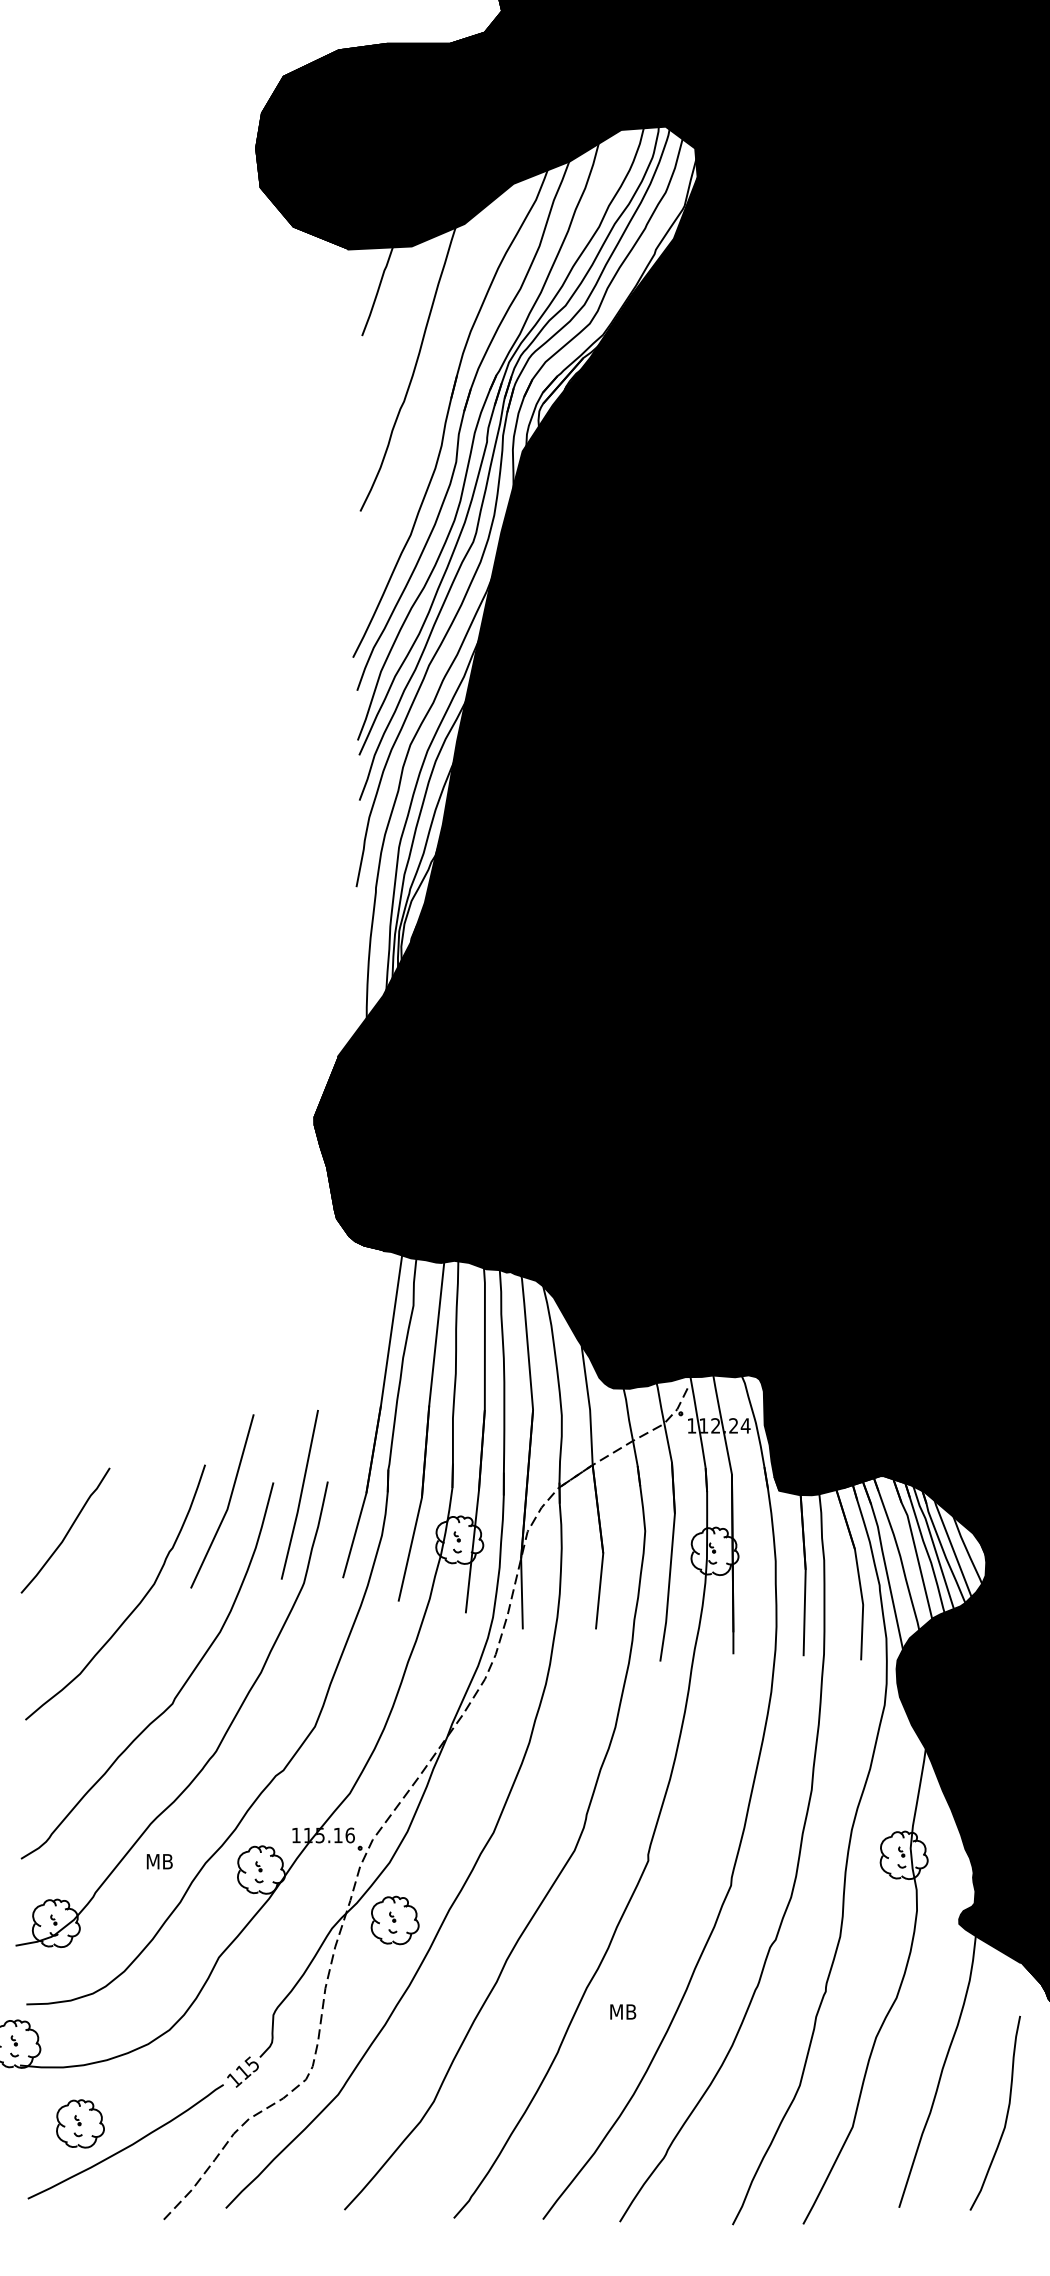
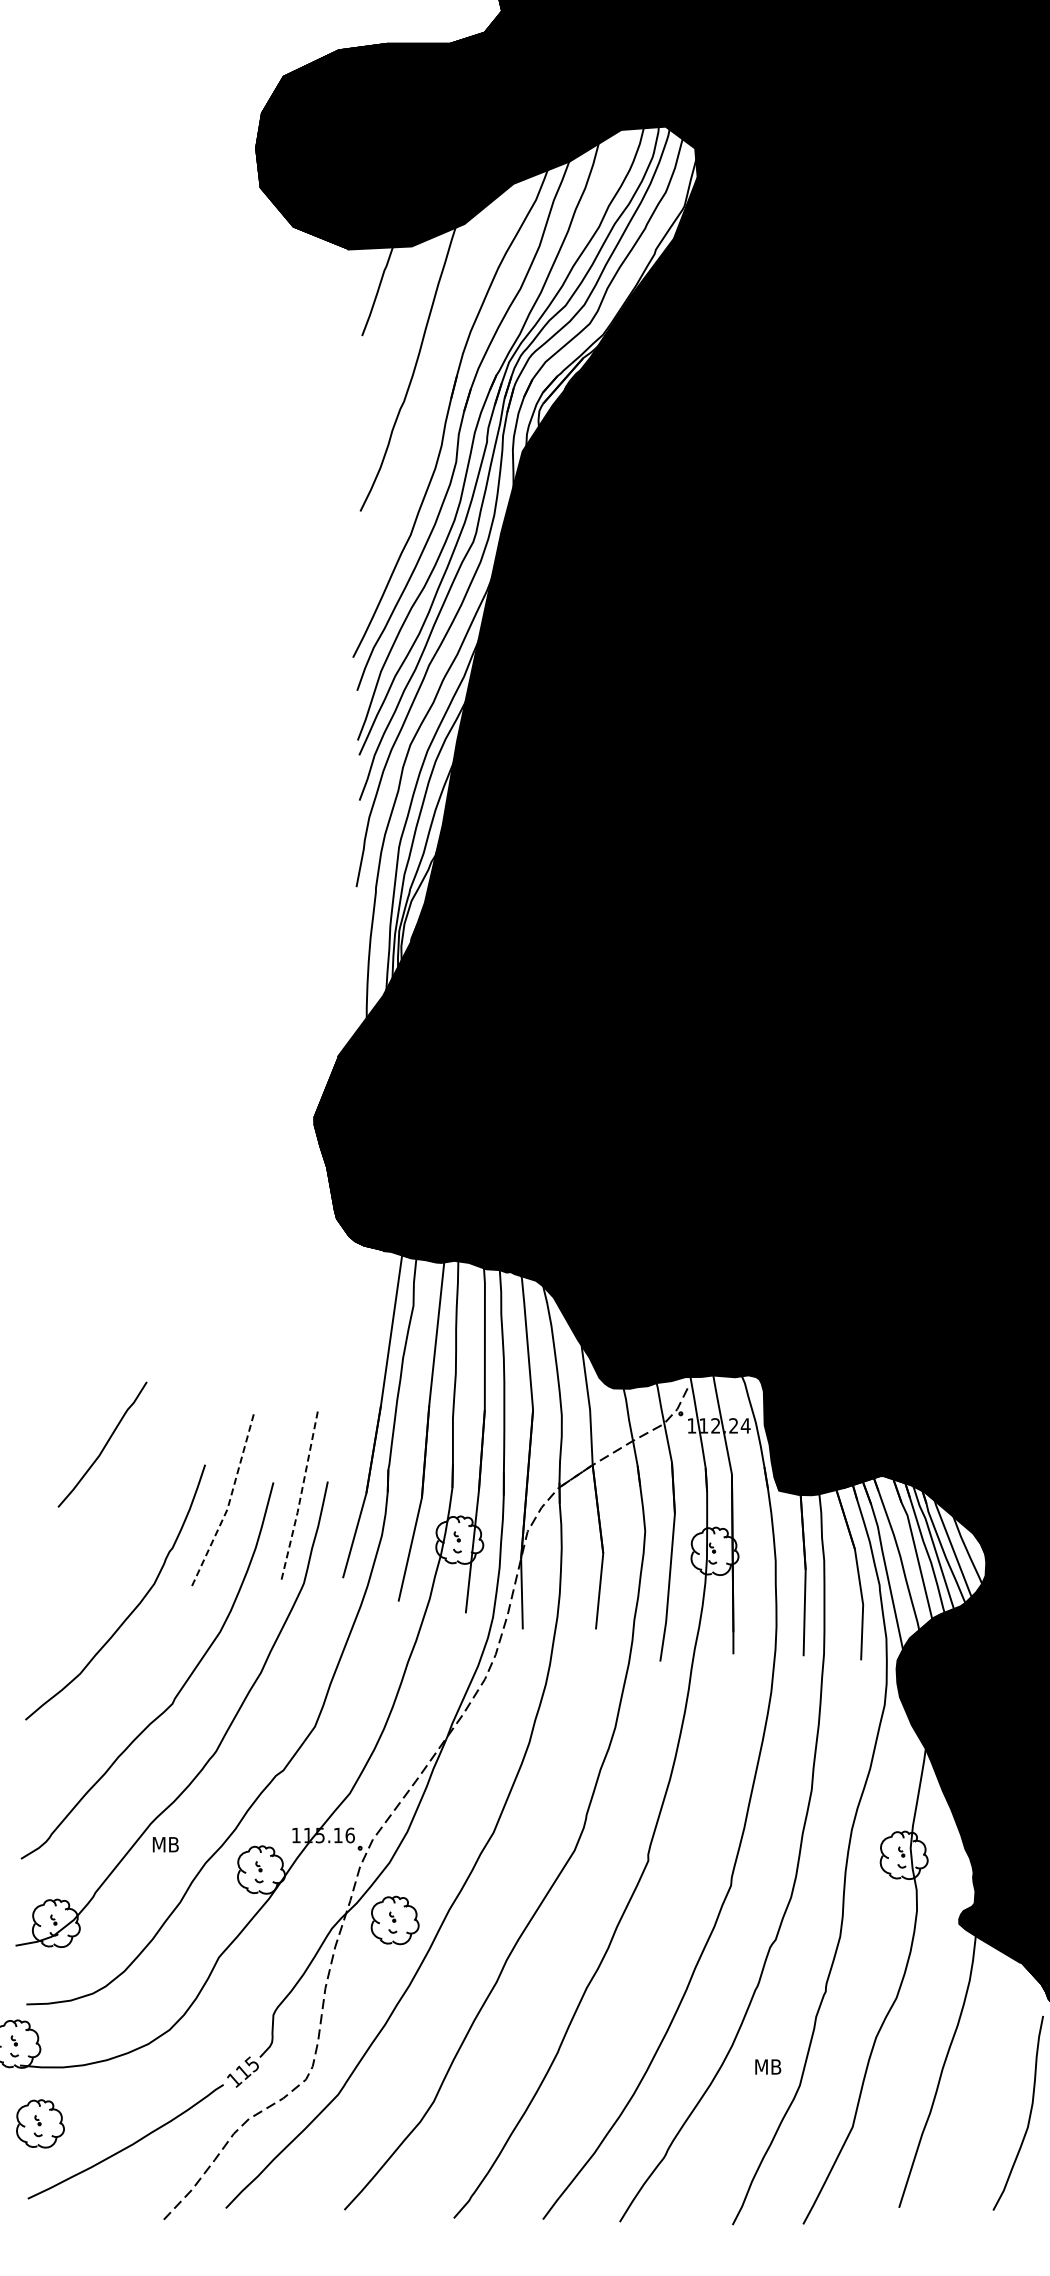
line at (300, 1495): solid -> dashed
line at (228, 1504): solid -> dashed
curve at (67, 1531) position: (67, 1531) -> (104, 1445)
text at (159, 1861) position: (159, 1861) -> (165, 1844)
text at (623, 2011) position: (623, 2011) -> (768, 2066)
curve at (1006, 2113) position: (1006, 2113) -> (1029, 2113)
part at (80, 2123) position: (80, 2123) -> (40, 2123)
